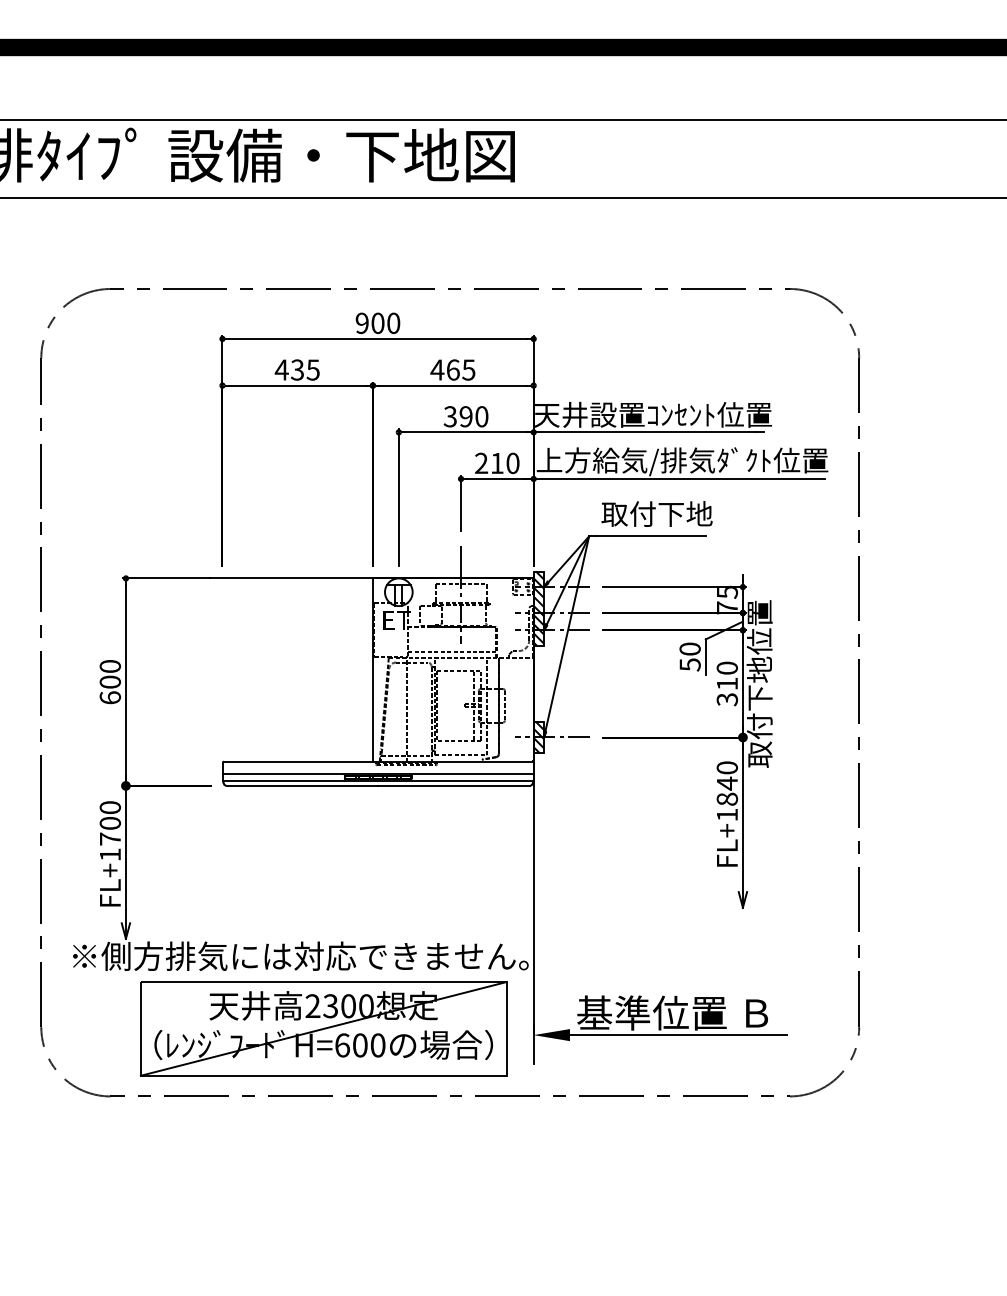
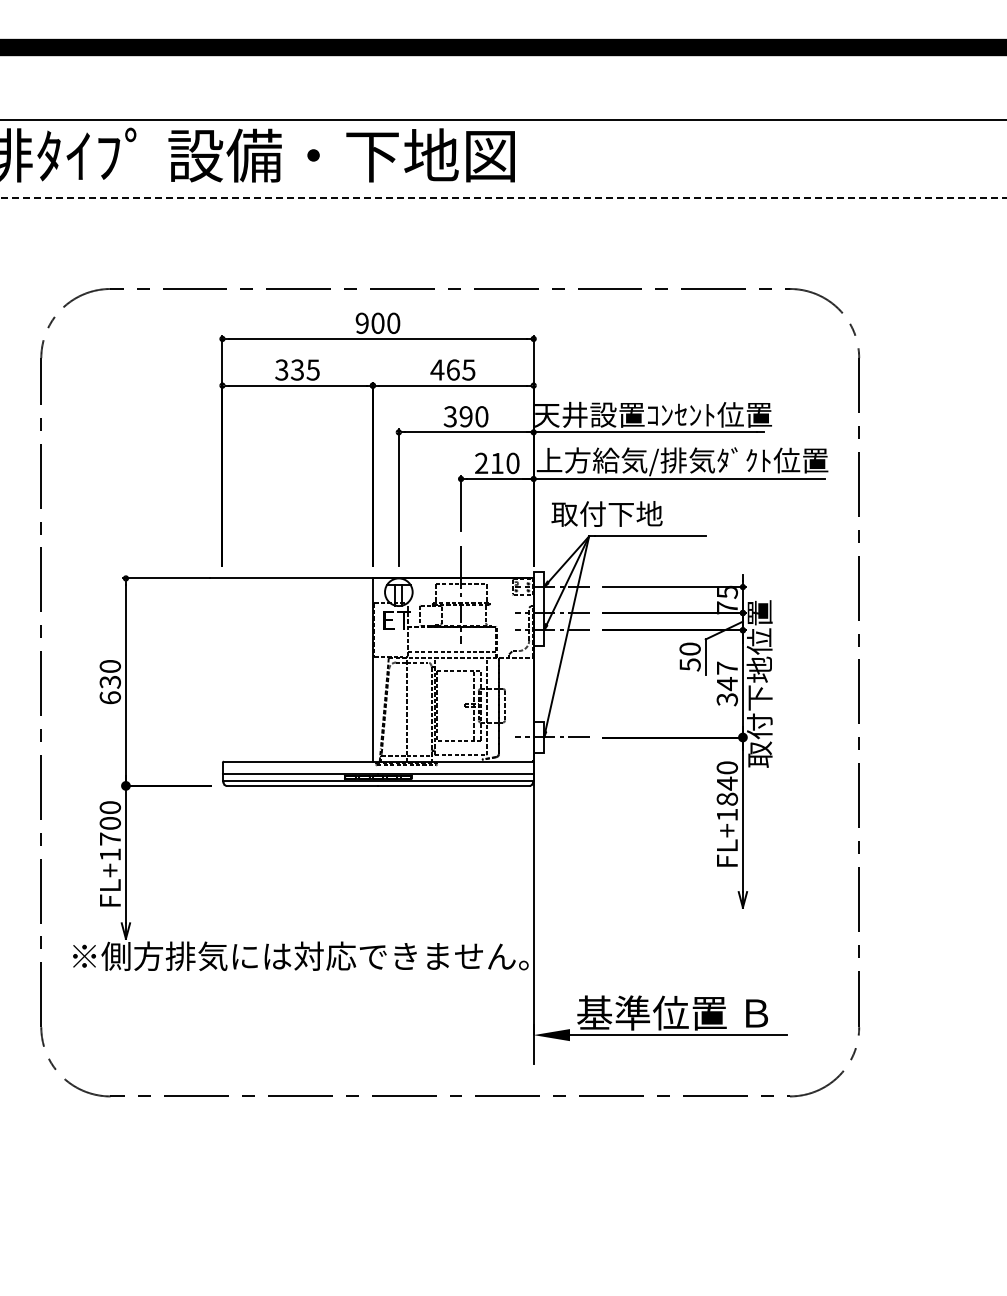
line at (503, 198): solid -> dashed
text at (281, 369): 435 -> 335
text at (656, 513) position: (656, 513) -> (606, 513)
hatch at (538, 608): present -> none
text at (726, 676): 310 -> 347
text at (109, 681): 600 -> 630
hatch at (538, 737): present -> none
part at (323, 1028): present -> none
